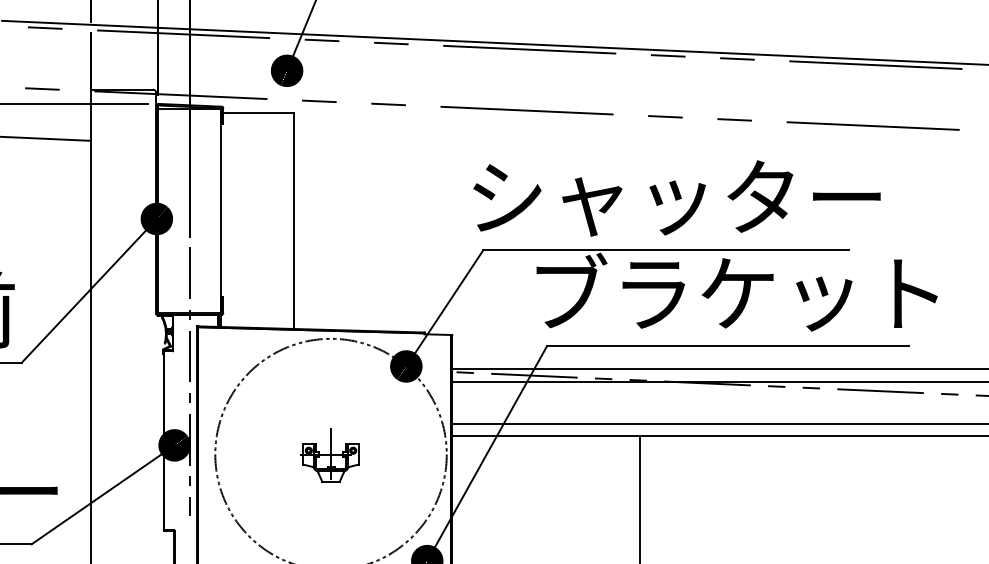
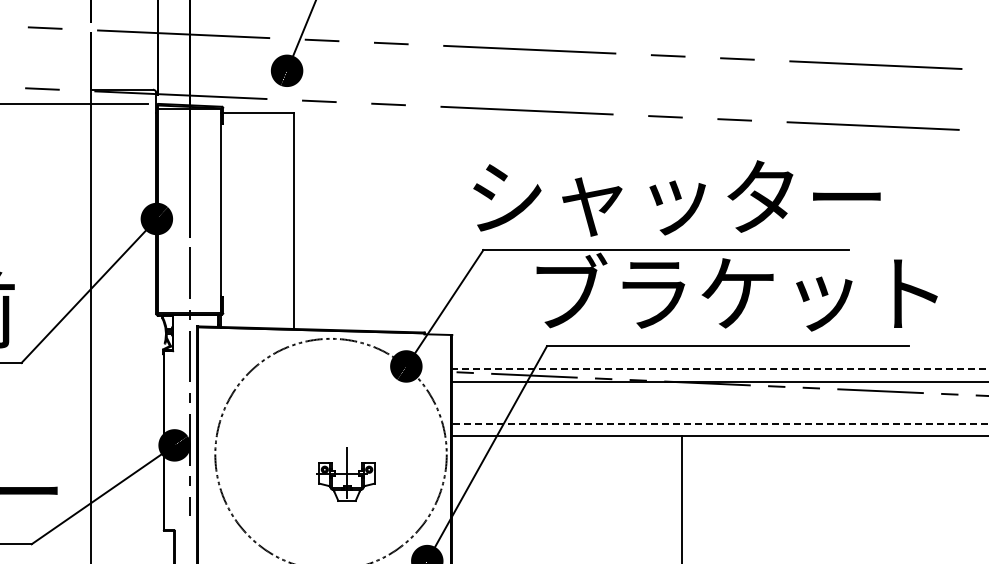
line at (493, 42): present -> none
line at (46, 138): present -> none
line at (720, 368): solid -> dashed
line at (720, 423): solid -> dashed
part at (329, 455) position: (329, 455) -> (345, 474)
line at (640, 497) position: (640, 497) -> (682, 497)
